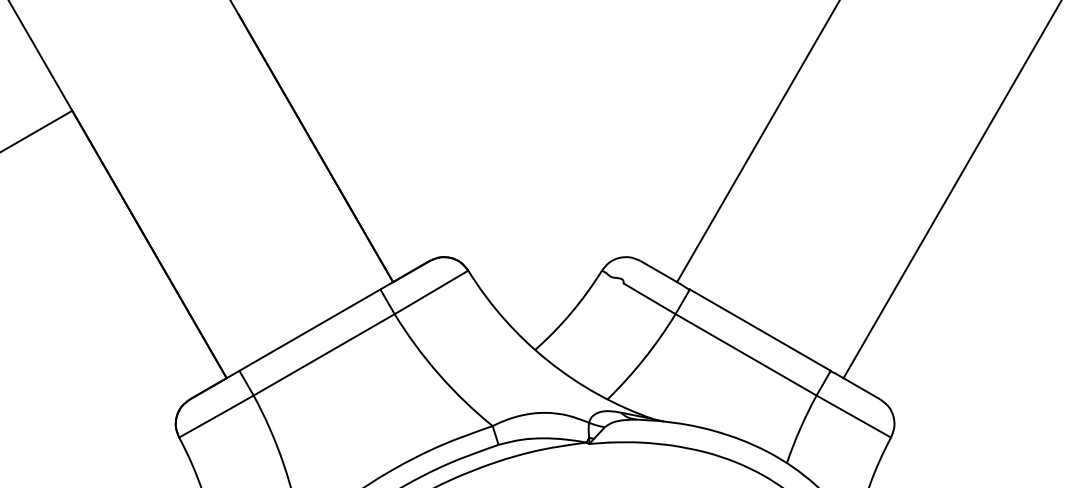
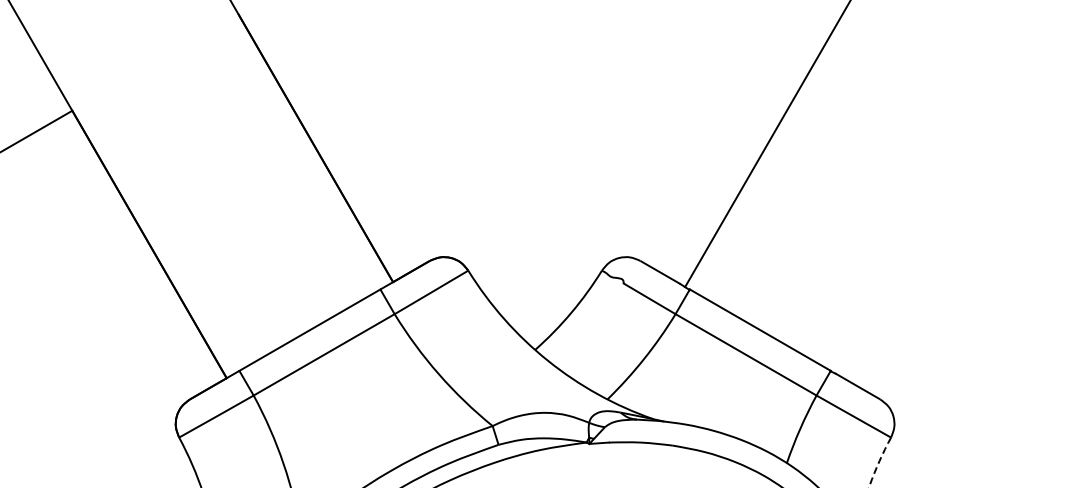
line at (757, 142) position: (757, 142) -> (767, 144)
line at (951, 190): present -> none
arc at (878, 462): solid -> dashed
